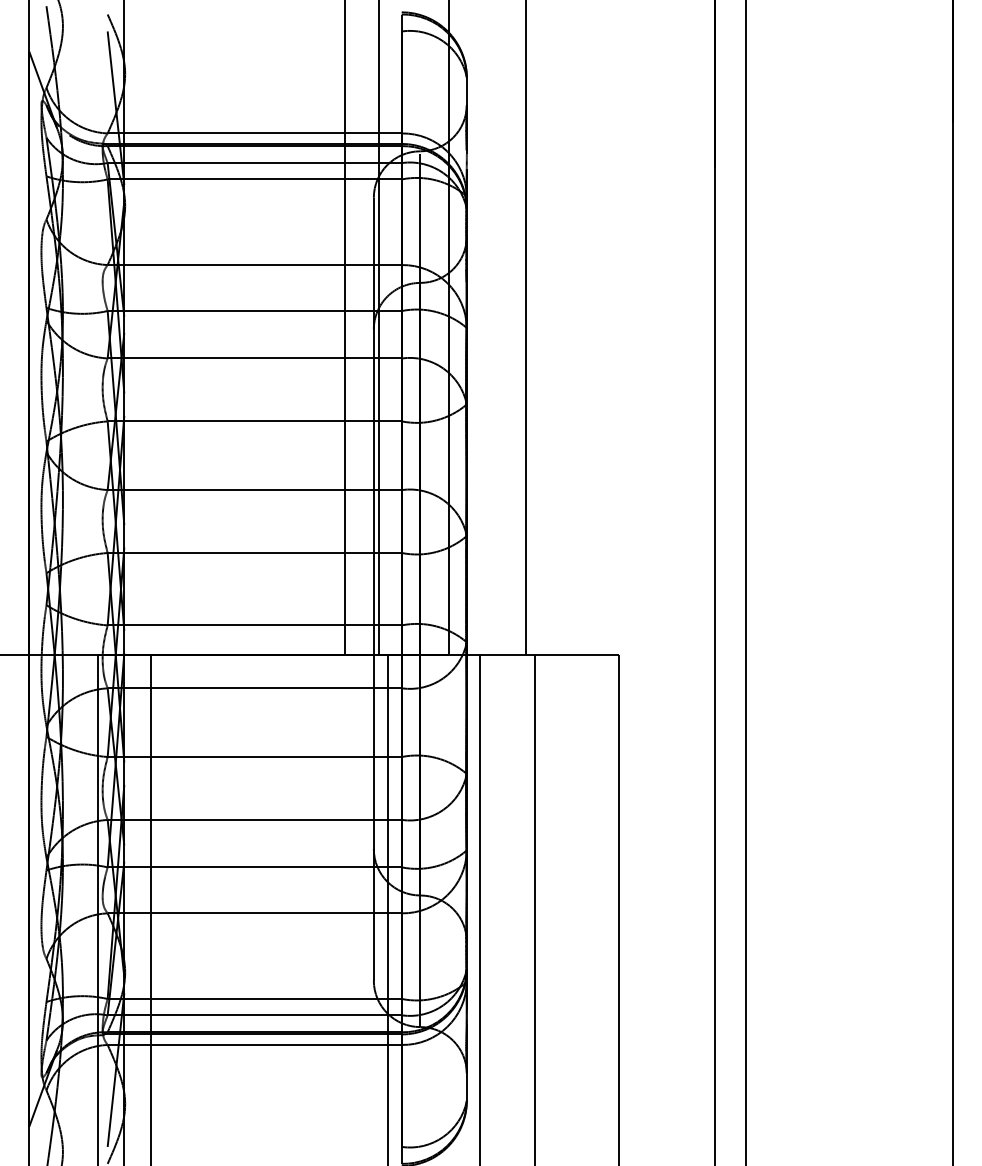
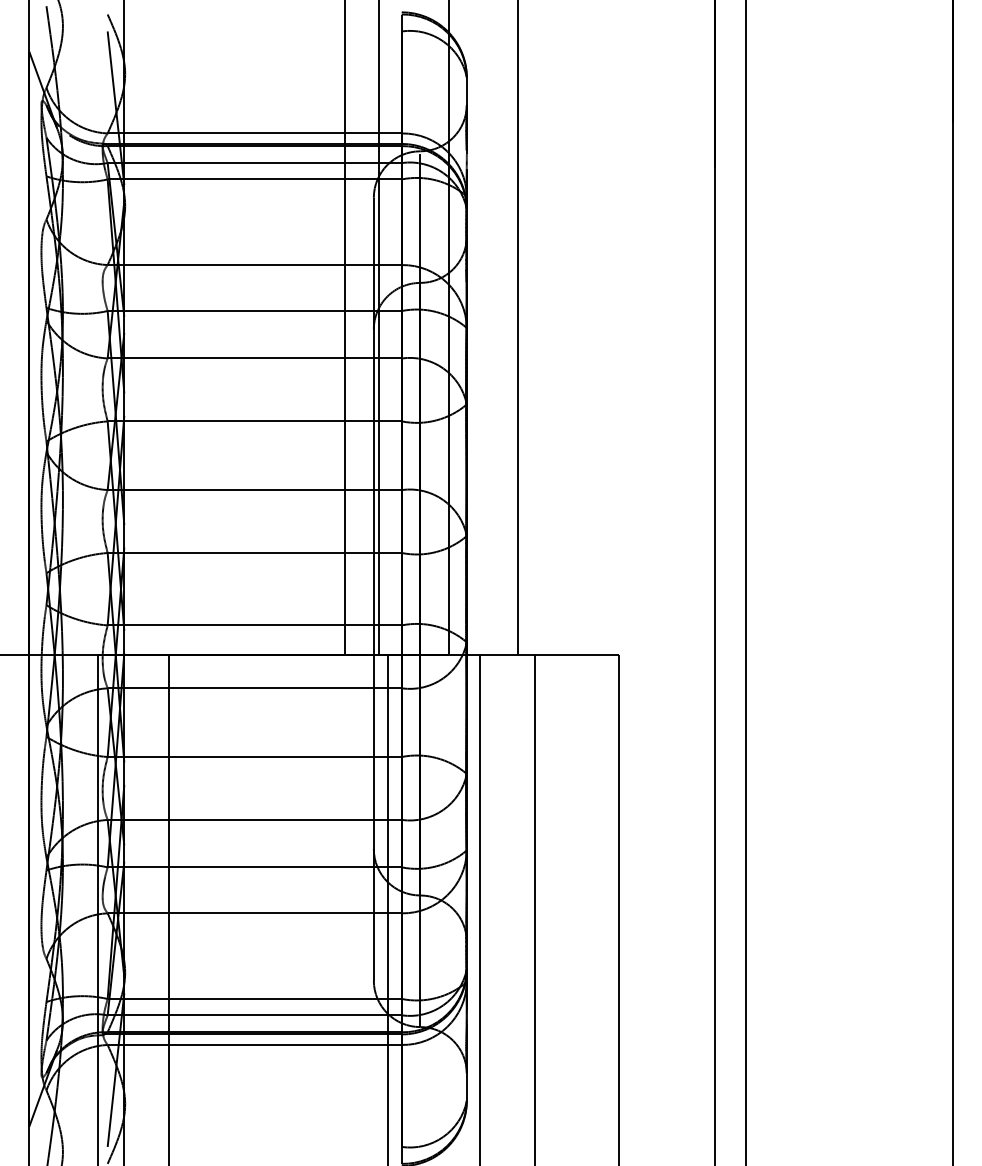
line at (525, 328) position: (525, 328) -> (517, 328)
line at (151, 908) position: (151, 908) -> (169, 908)
